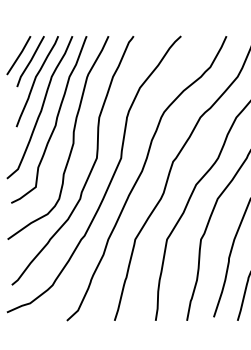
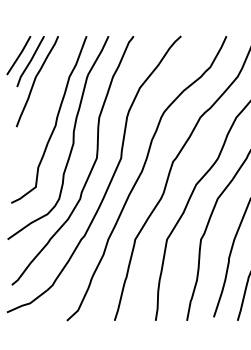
curve at (41, 107): present -> none
